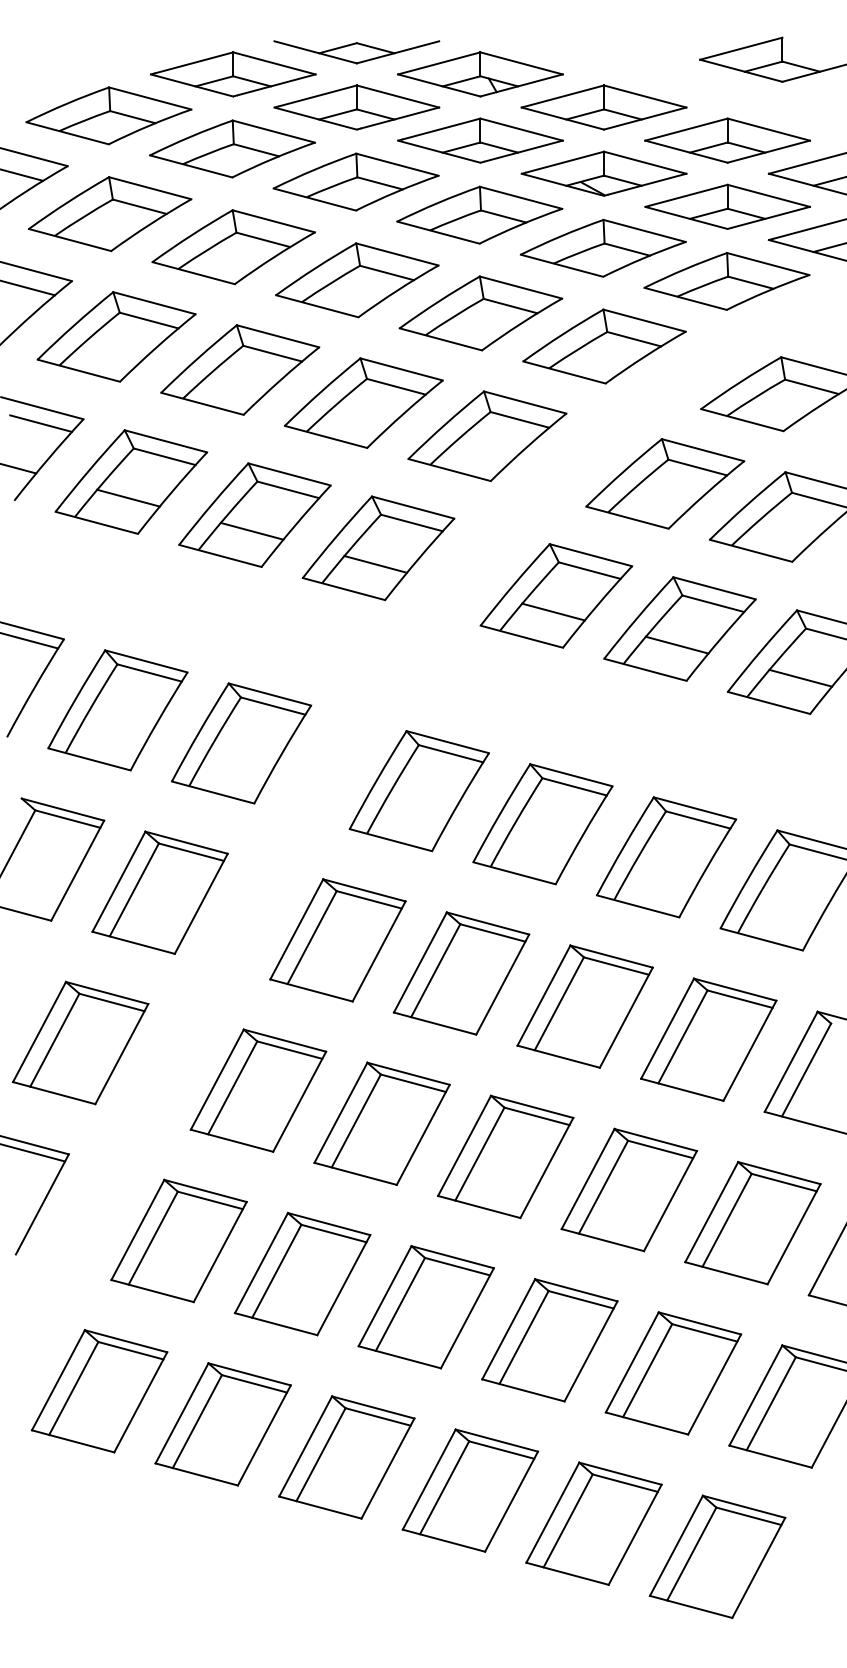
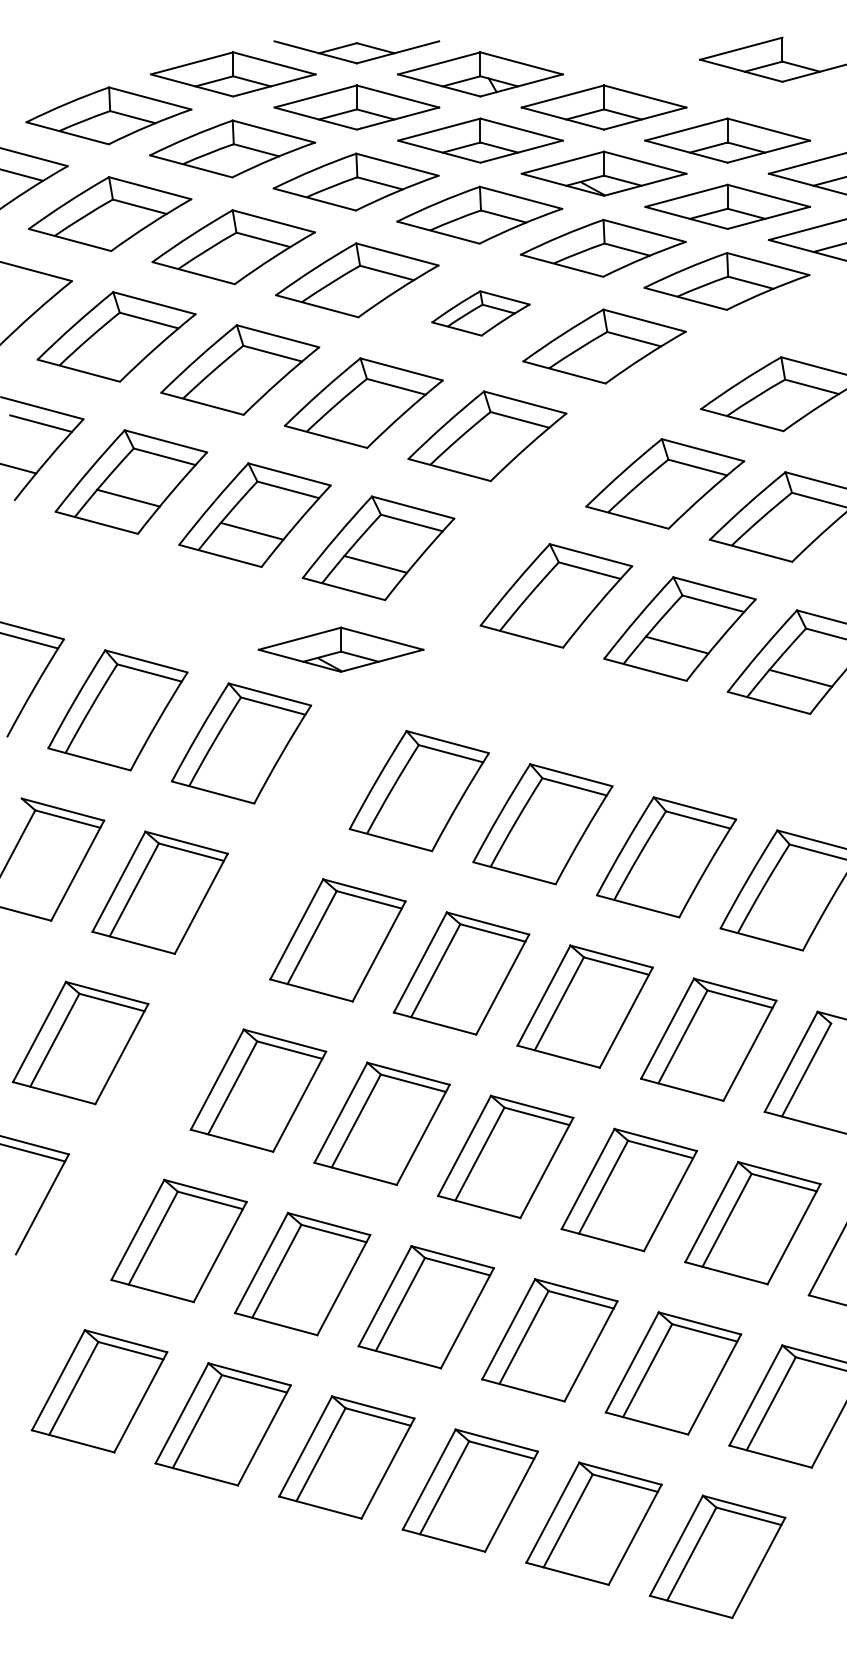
line at (28, 288): present -> none
part at (480, 313) size: 166x77 px -> 100x47 px
line at (553, 611): present -> none
part at (340, 649): none -> present
